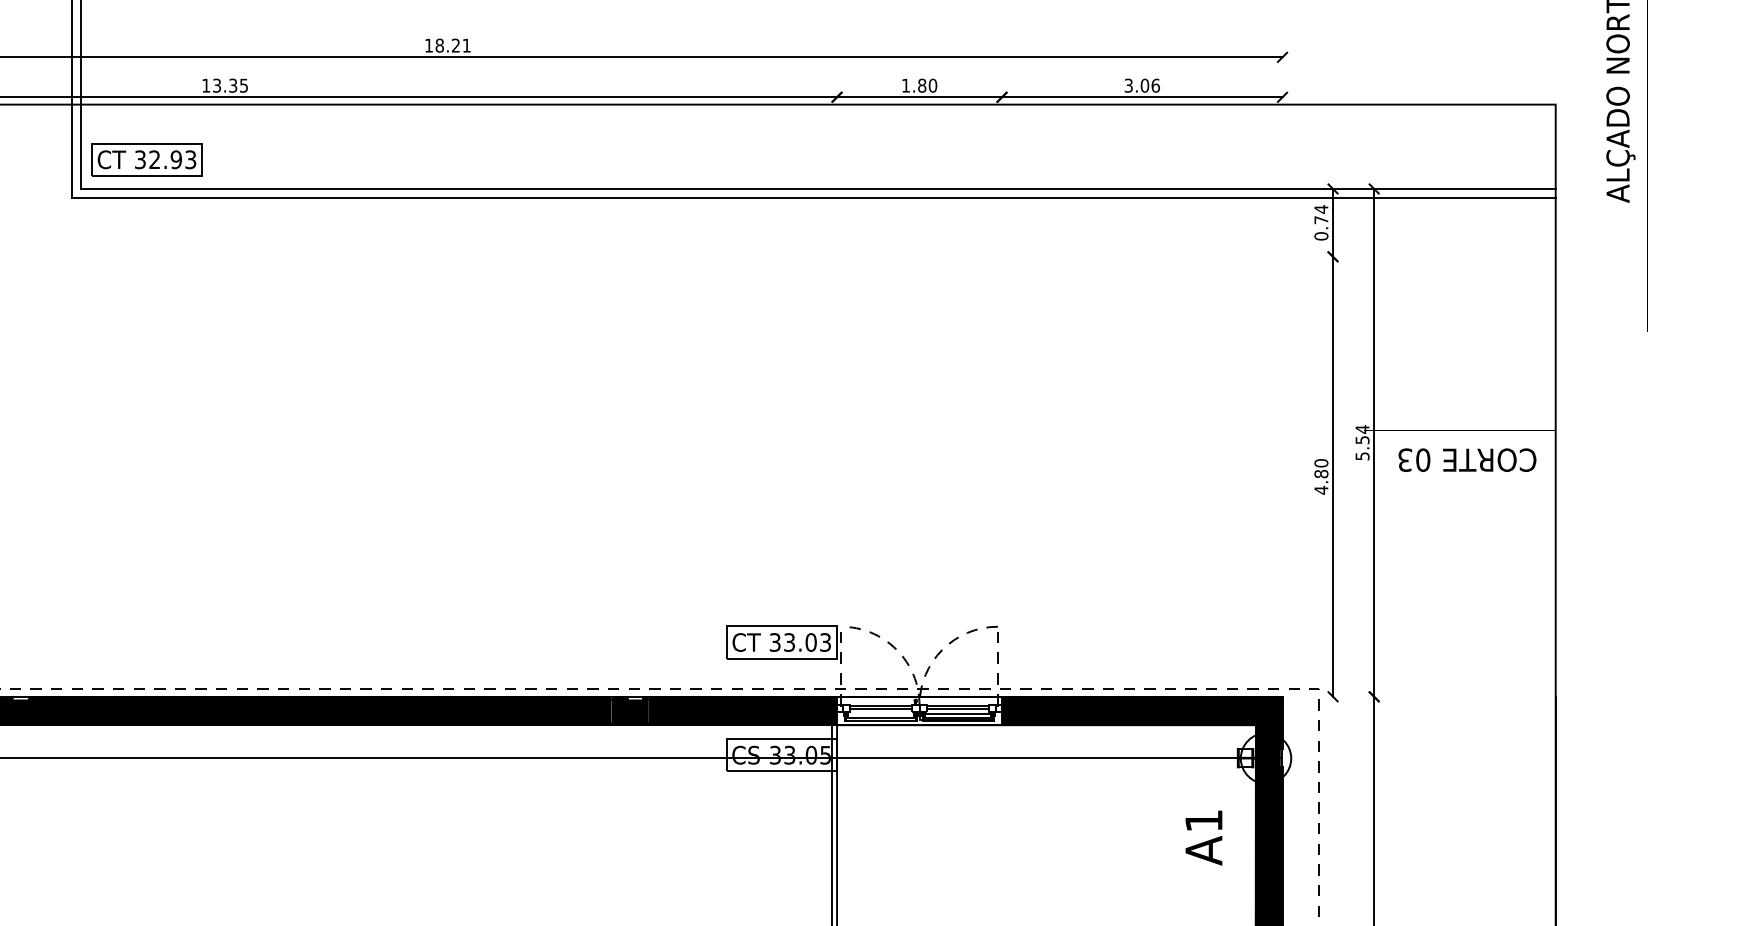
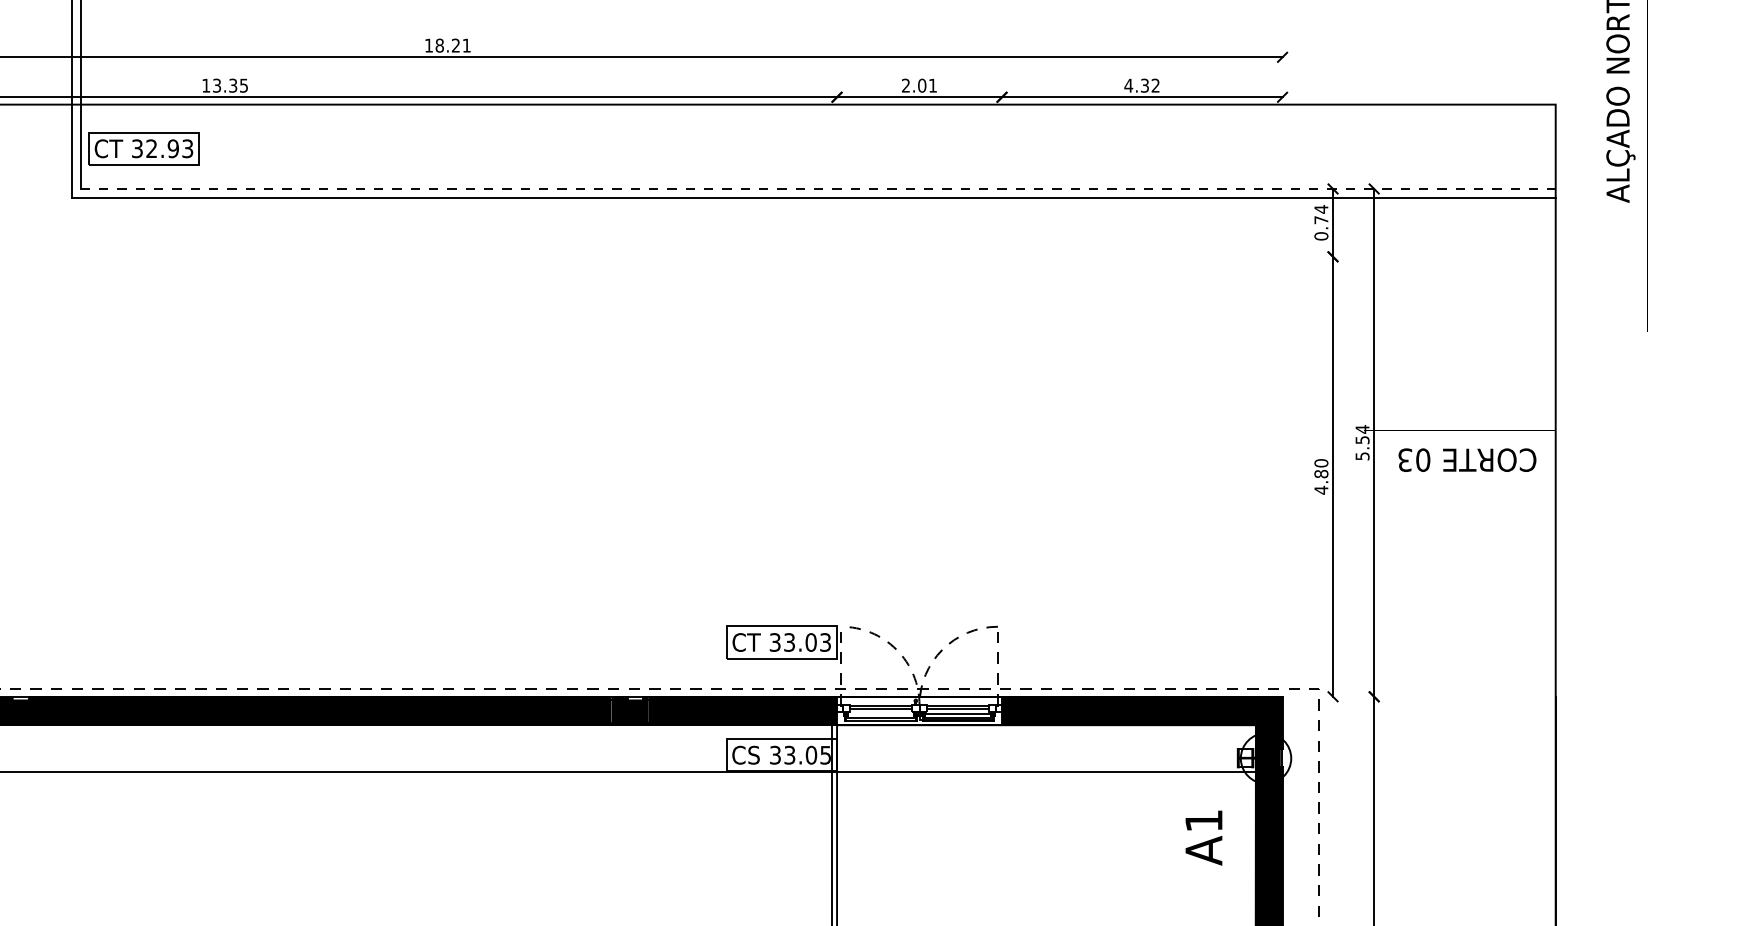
text at (919, 85): 1.80 -> 2.01
text at (1142, 85): 3.06 -> 4.32
part at (146, 159) position: (146, 159) -> (143, 148)
line at (818, 188): solid -> dashed
line at (640, 758) position: (640, 758) -> (640, 772)
